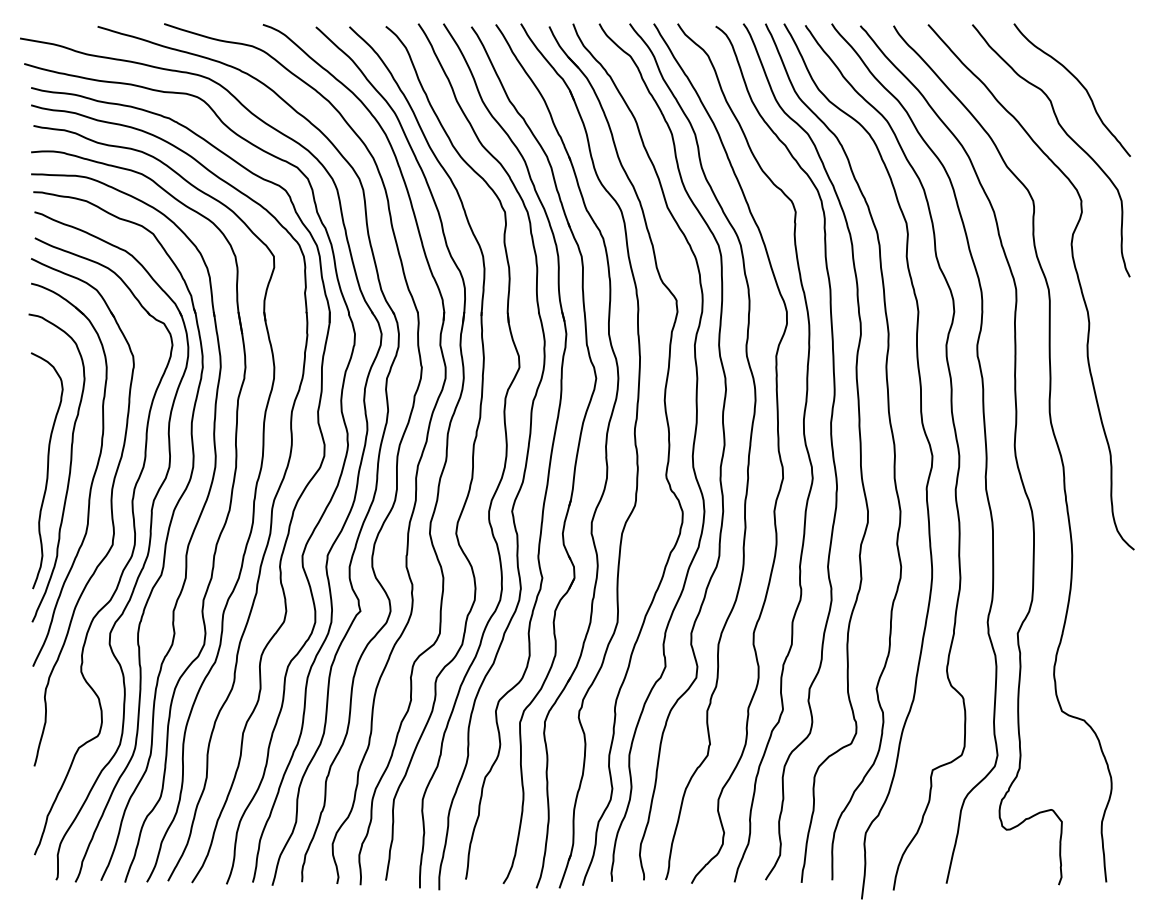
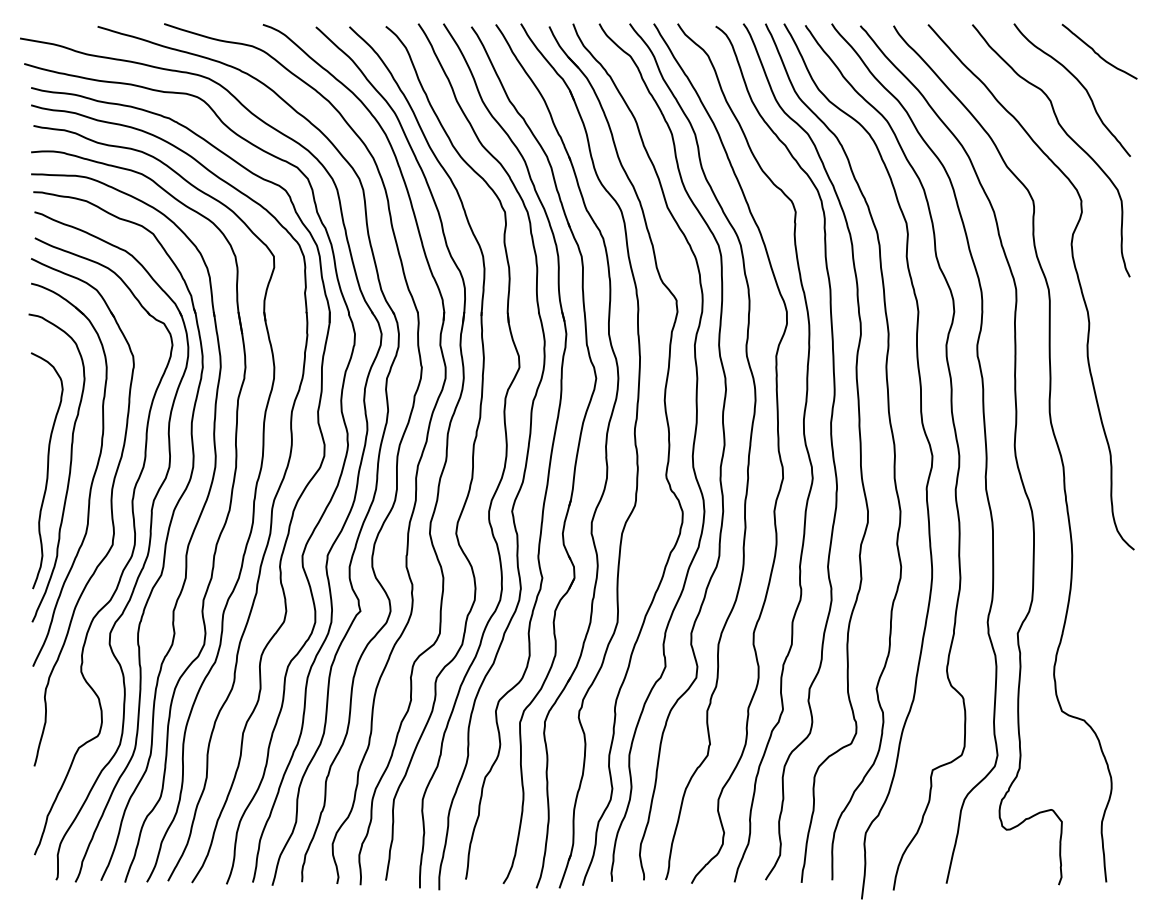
curve at (1097, 52): none -> present
